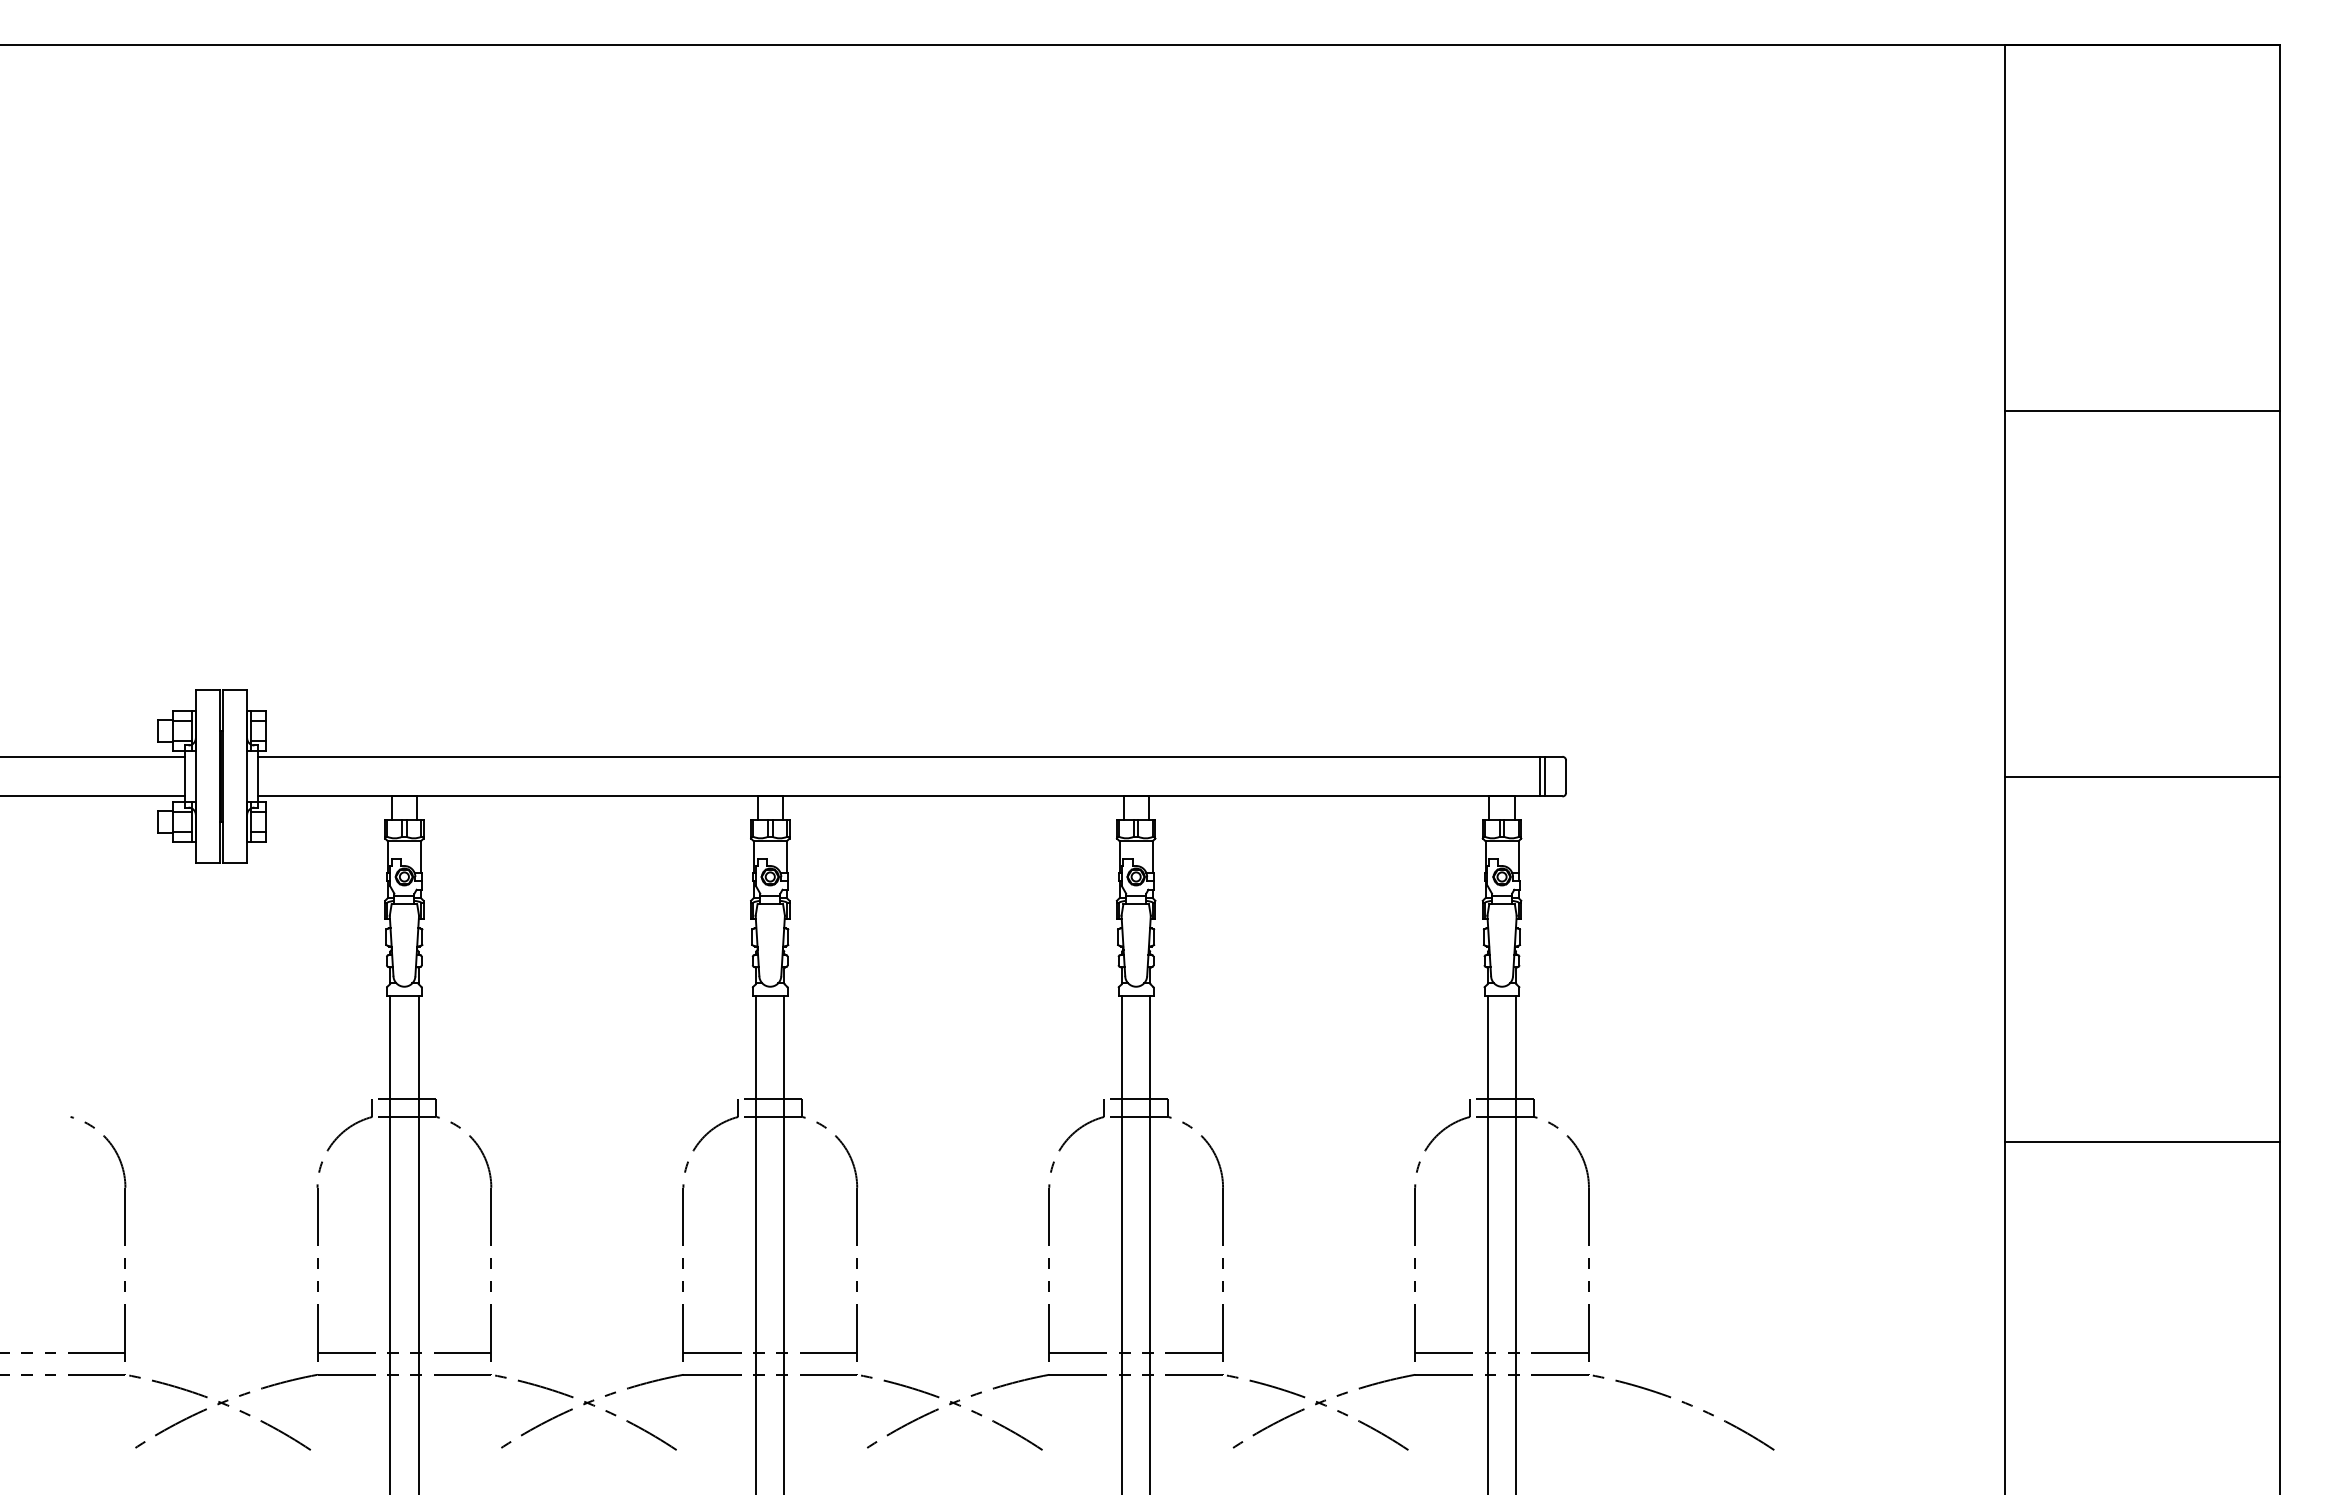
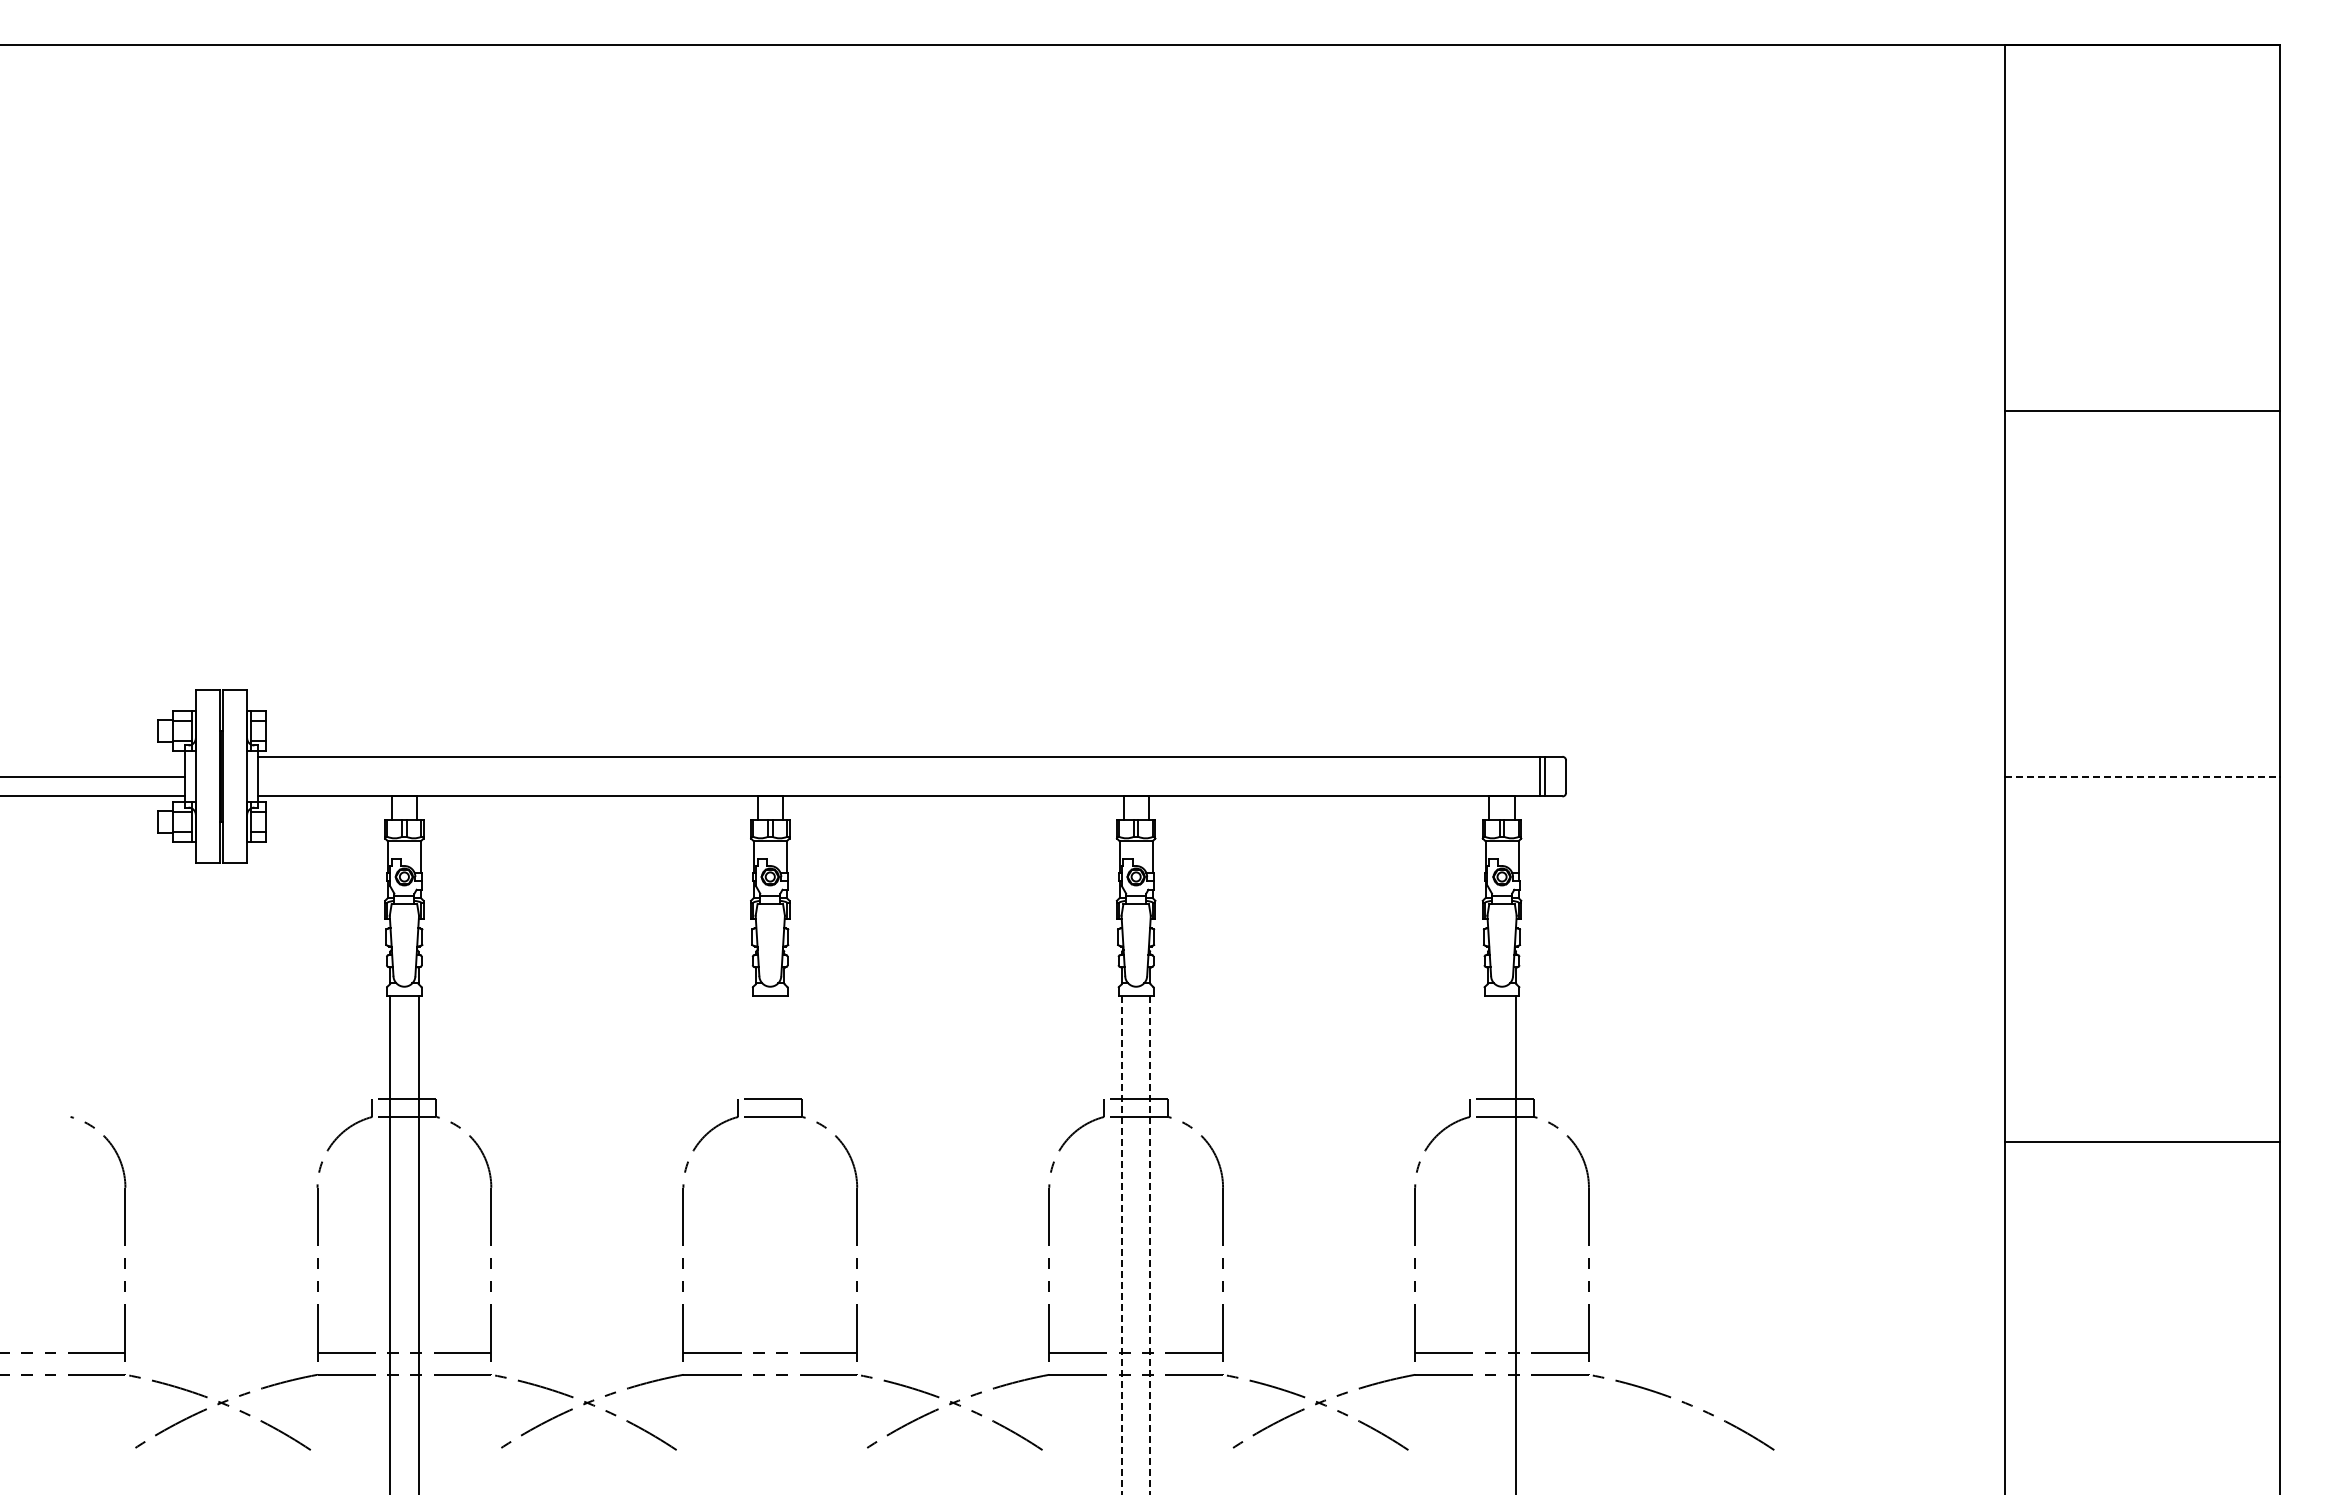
line at (93, 756) position: (93, 756) -> (93, 776)
line at (2142, 776): solid -> dashed
line at (756, 1243): present -> none
line at (784, 1243): present -> none
line at (1487, 1243): present -> none
line at (1121, 1245): solid -> dashed
line at (1150, 1245): solid -> dashed
